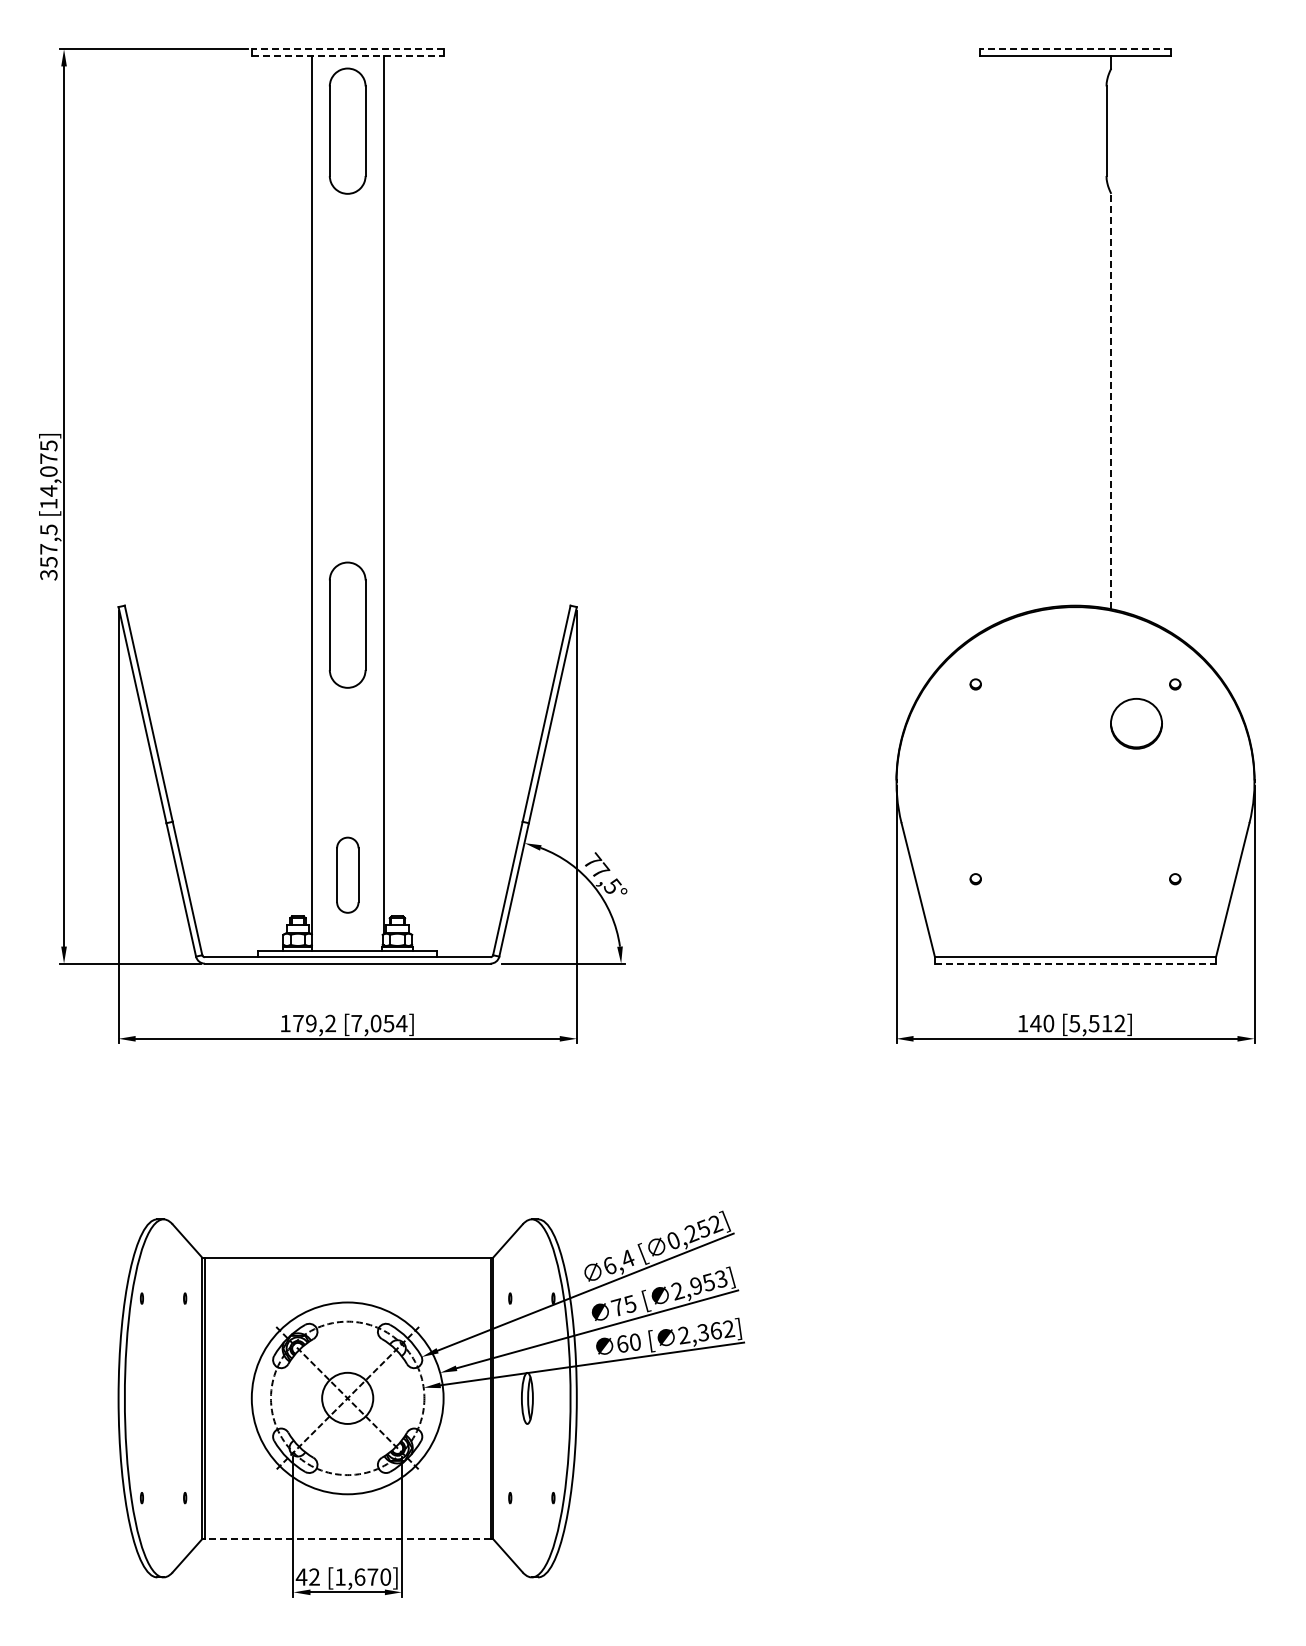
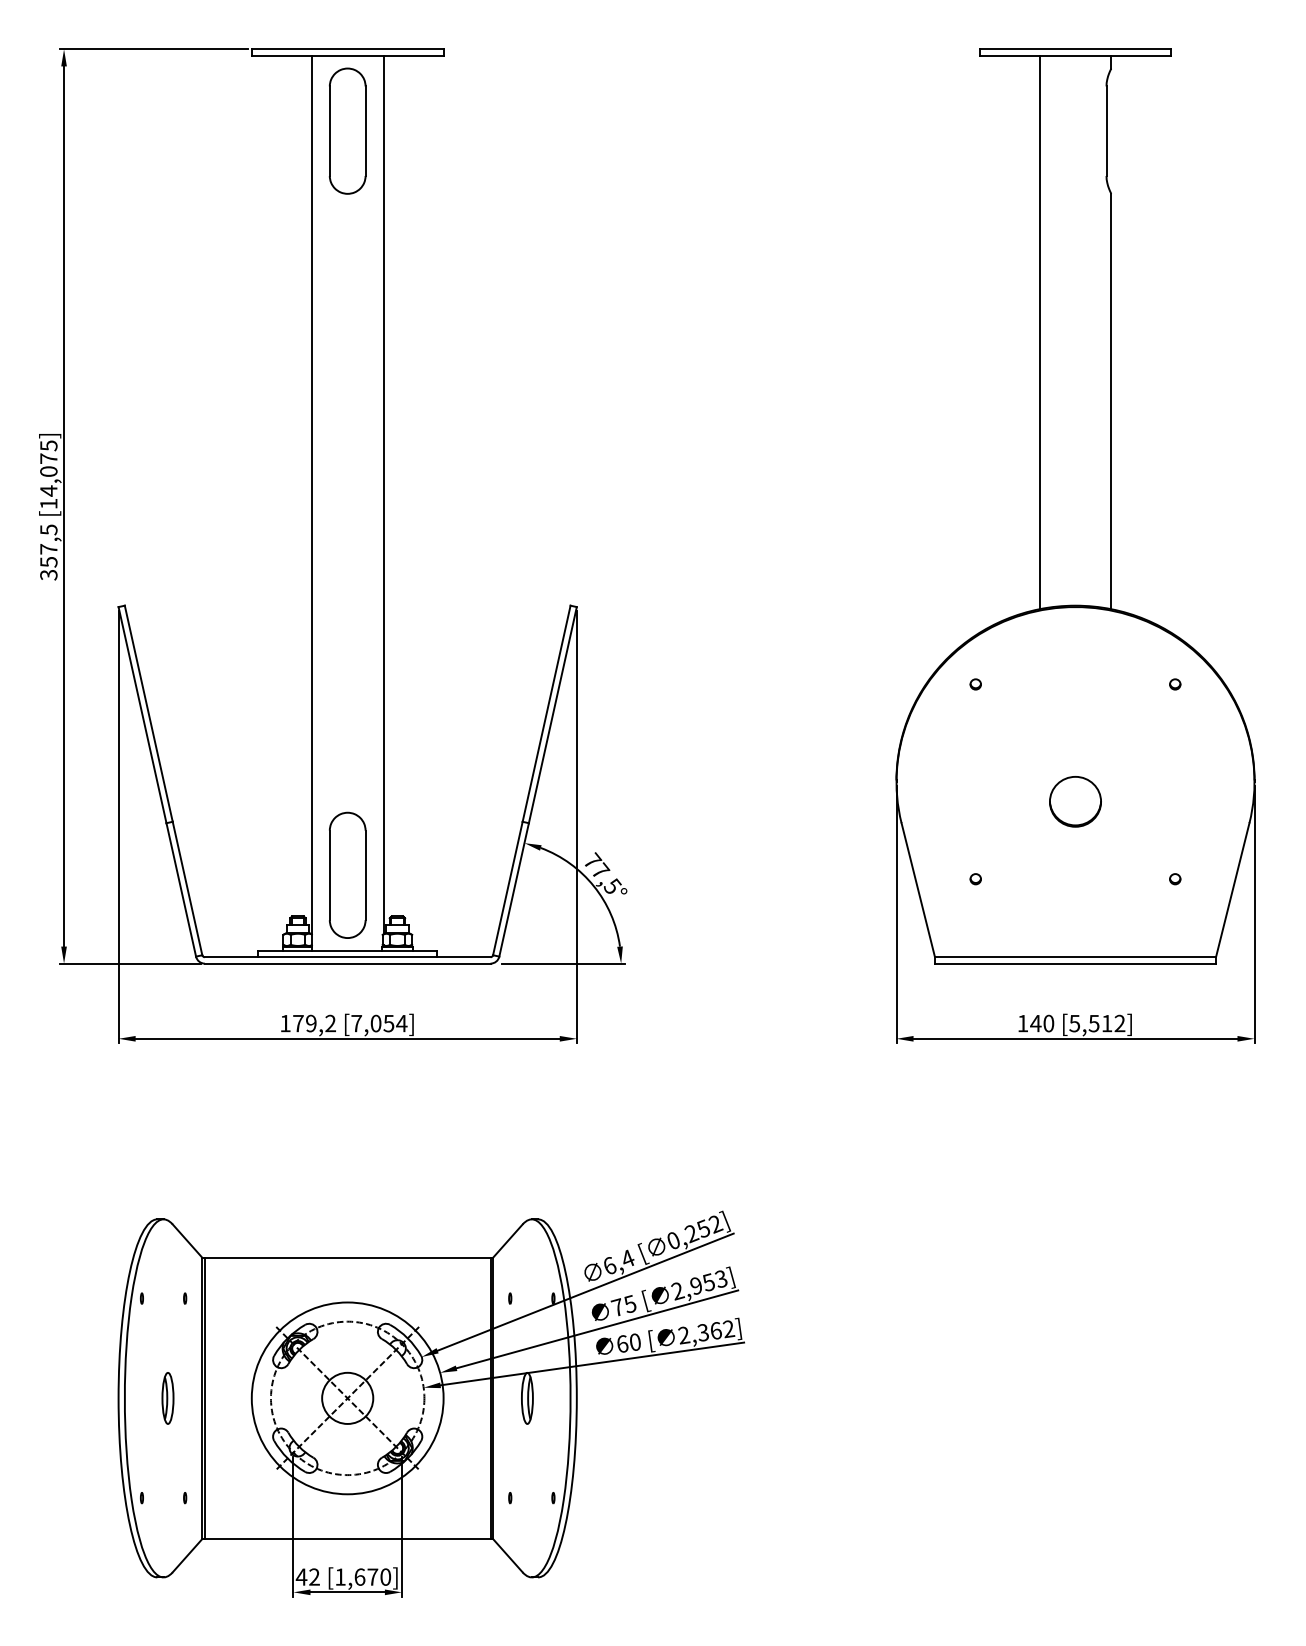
line at (347, 49): dashed -> solid
line at (1075, 49): dashed -> solid
line at (347, 55): dashed -> solid
line at (1039, 332): none -> present
line at (1111, 401): dashed -> solid
part at (347, 624): present -> none
part at (1136, 723) position: (1136, 723) -> (1075, 801)
part at (347, 874) size: 24x78 px -> 38x128 px
line at (1075, 963): dashed -> solid
part at (167, 1398): none -> present
line at (347, 1539): dashed -> solid
